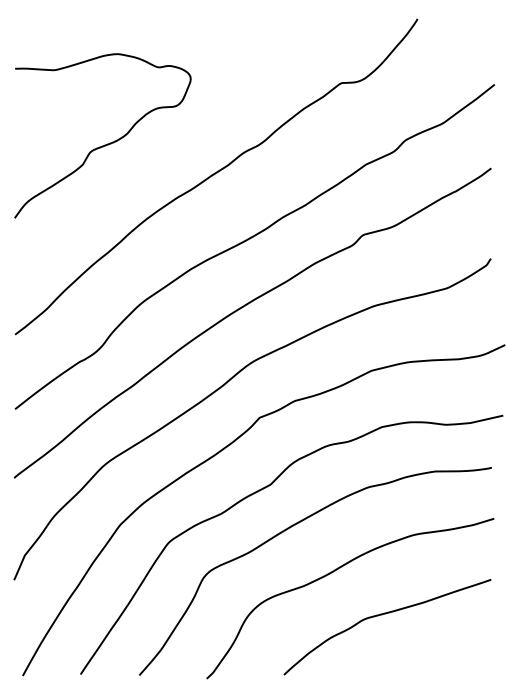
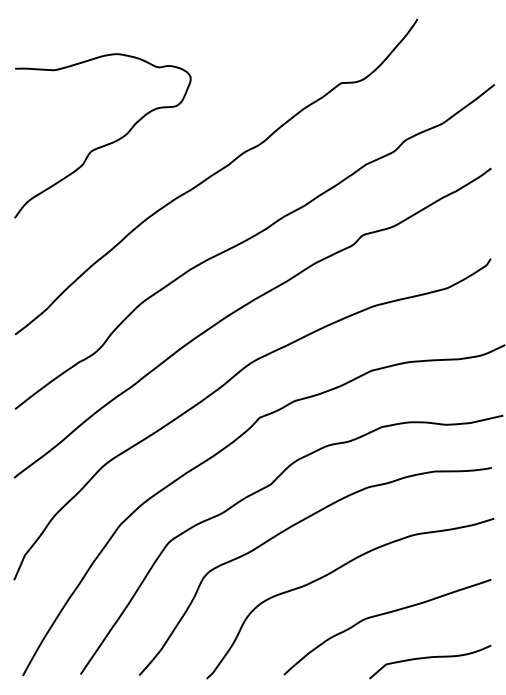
curve at (430, 658): none -> present
